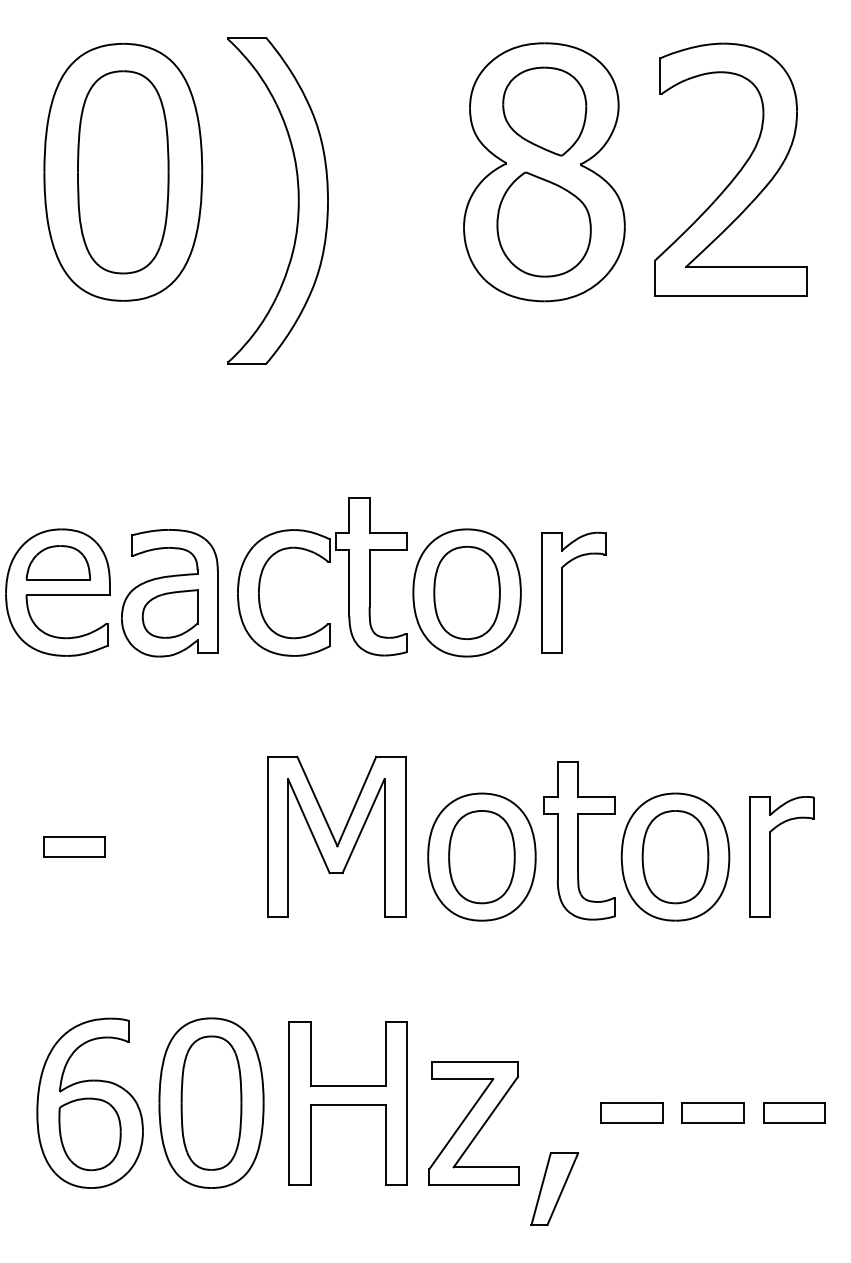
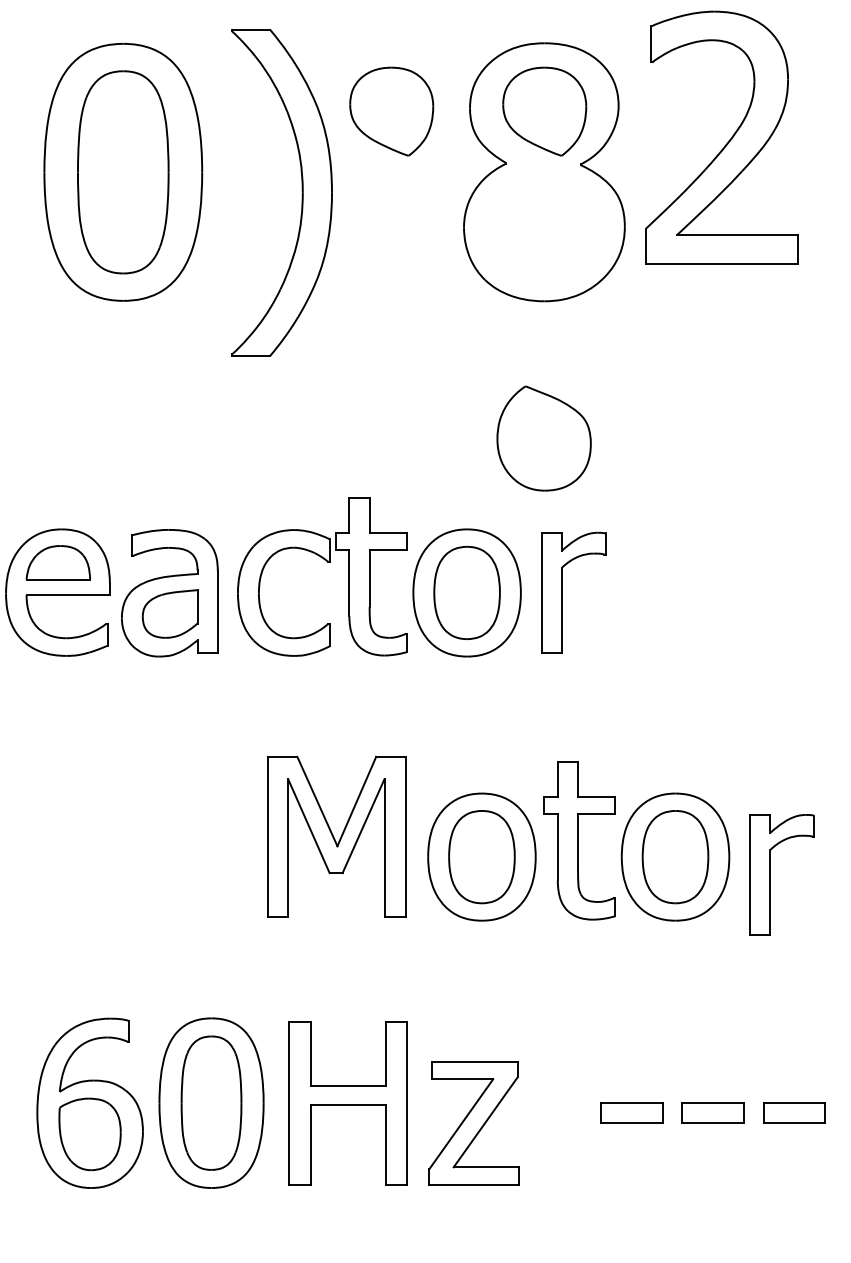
part at (391, 111): none -> present
part at (737, 172) position: (737, 172) -> (728, 140)
part at (297, 200) position: (297, 200) -> (301, 192)
part at (543, 224) position: (543, 224) -> (543, 438)
part at (74, 846): present -> none
part at (770, 856) position: (770, 856) -> (770, 874)
part at (554, 1189): present -> none
